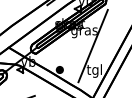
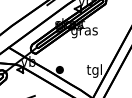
line at (92, 45): present -> none
